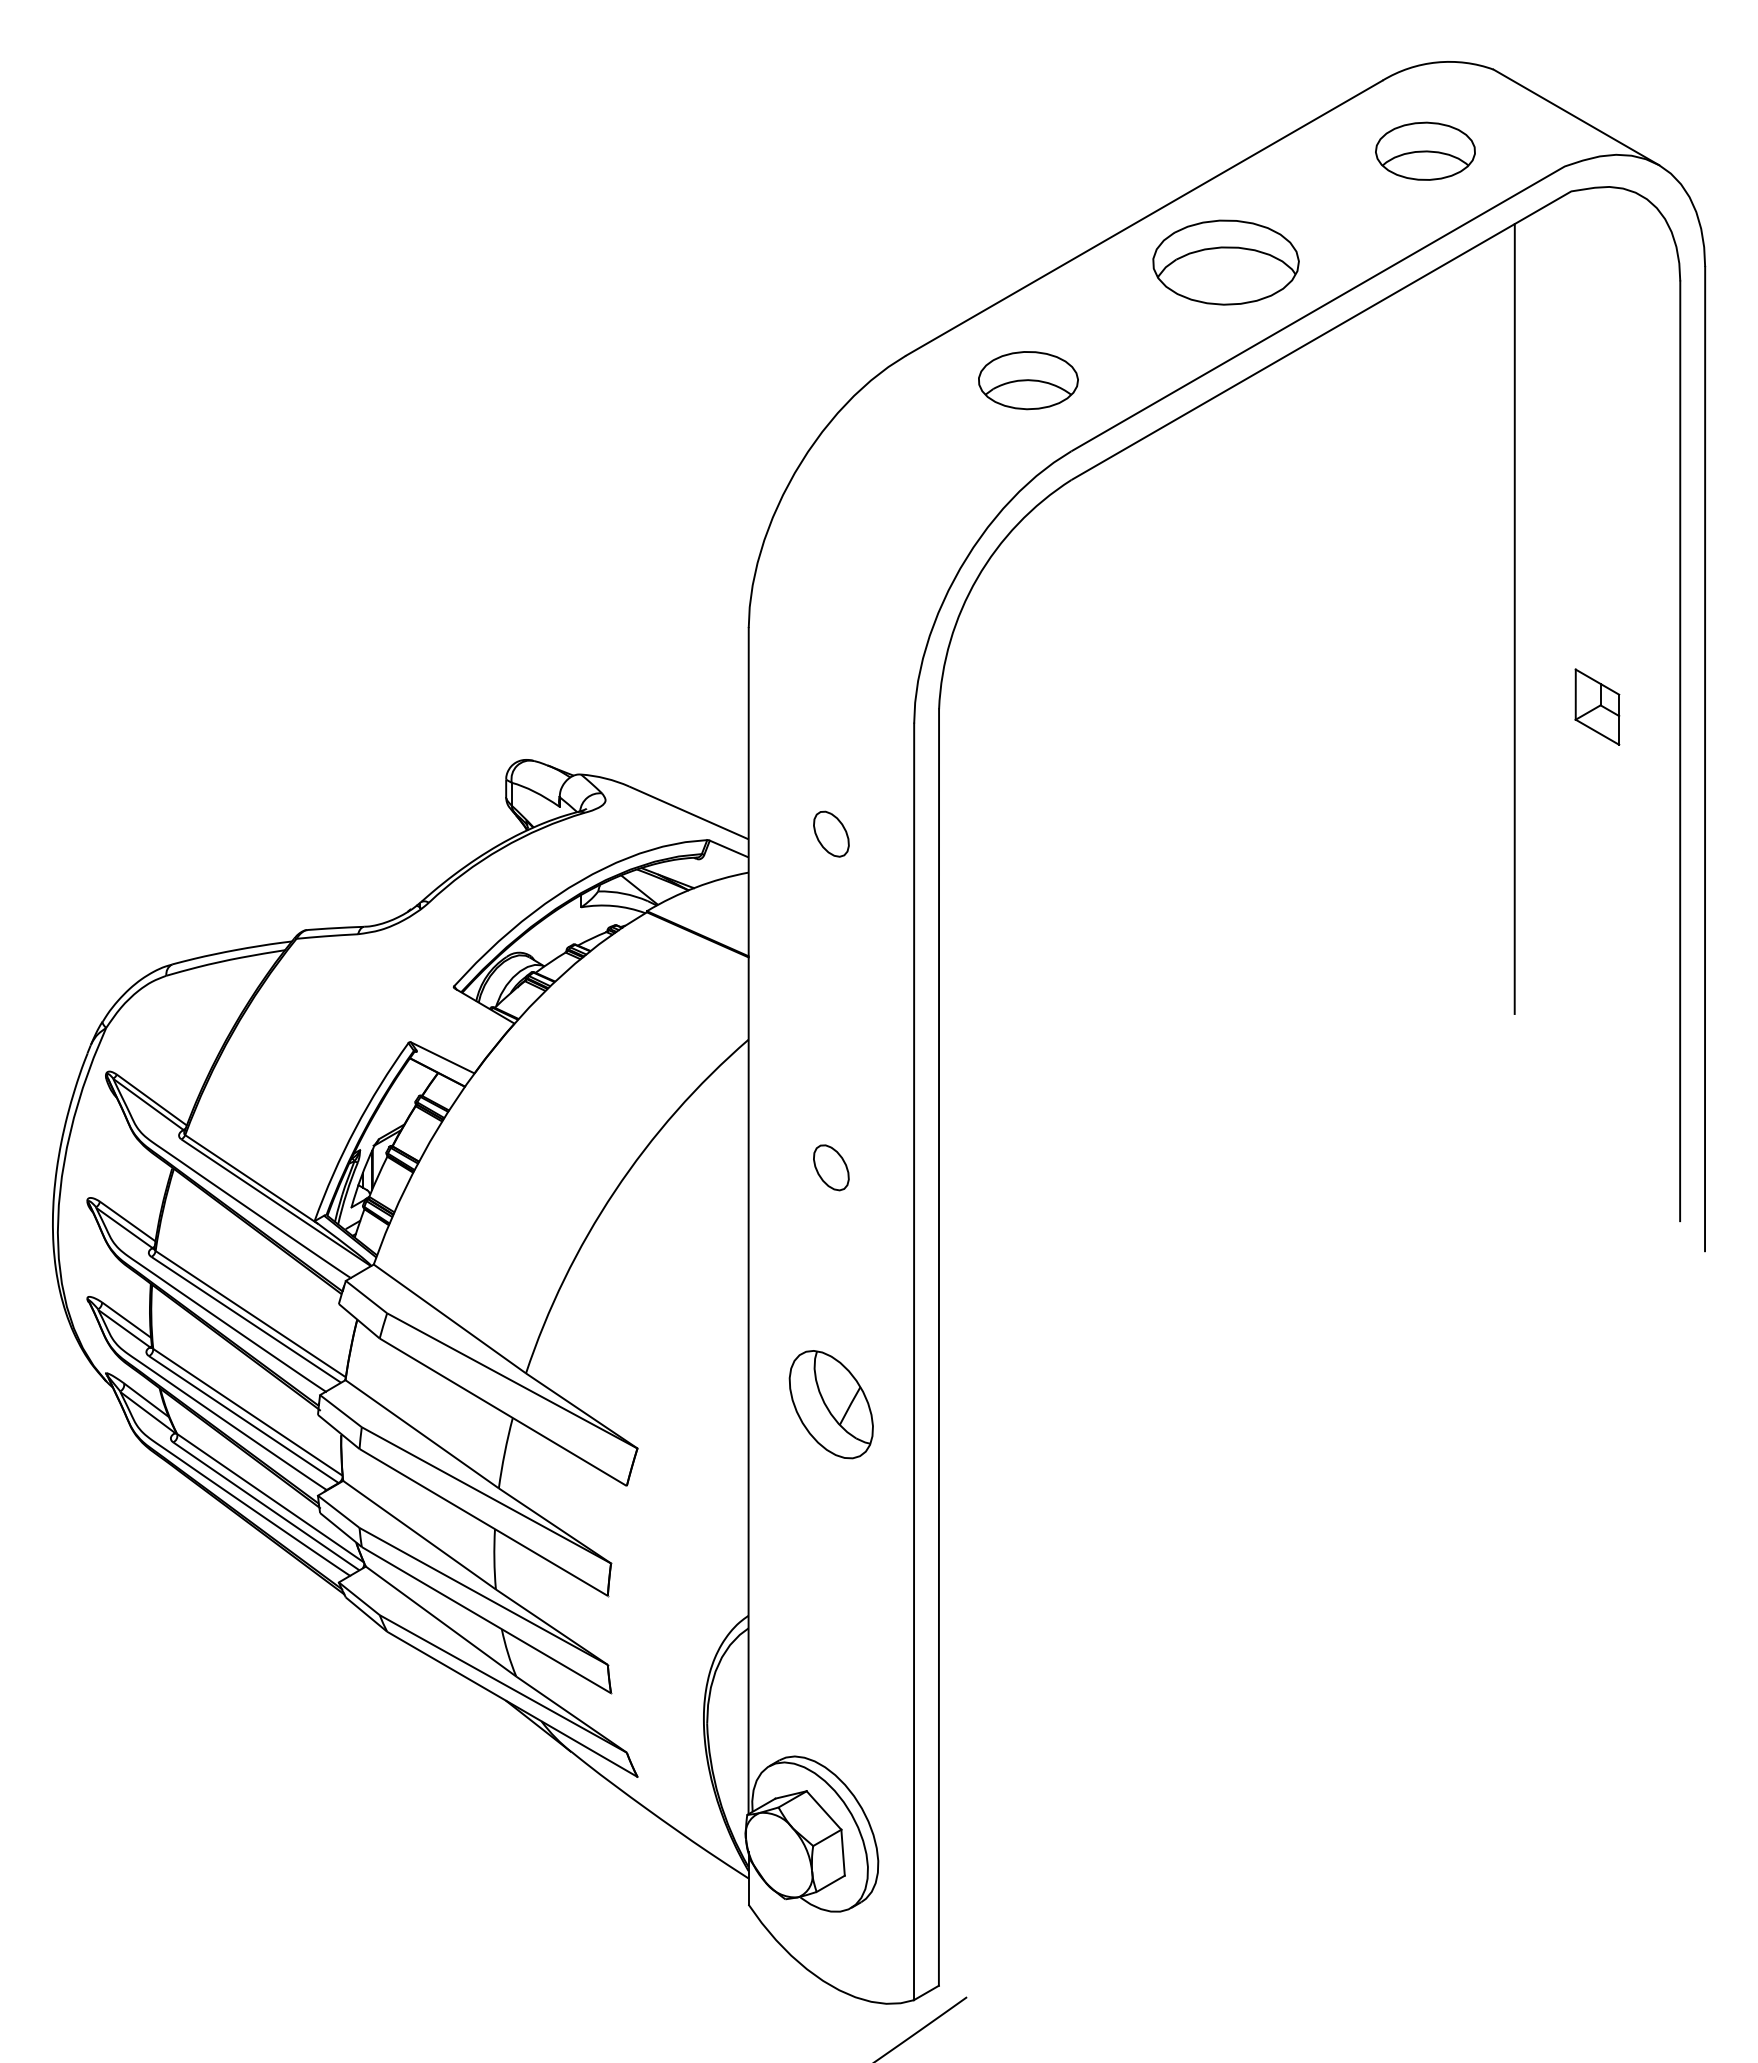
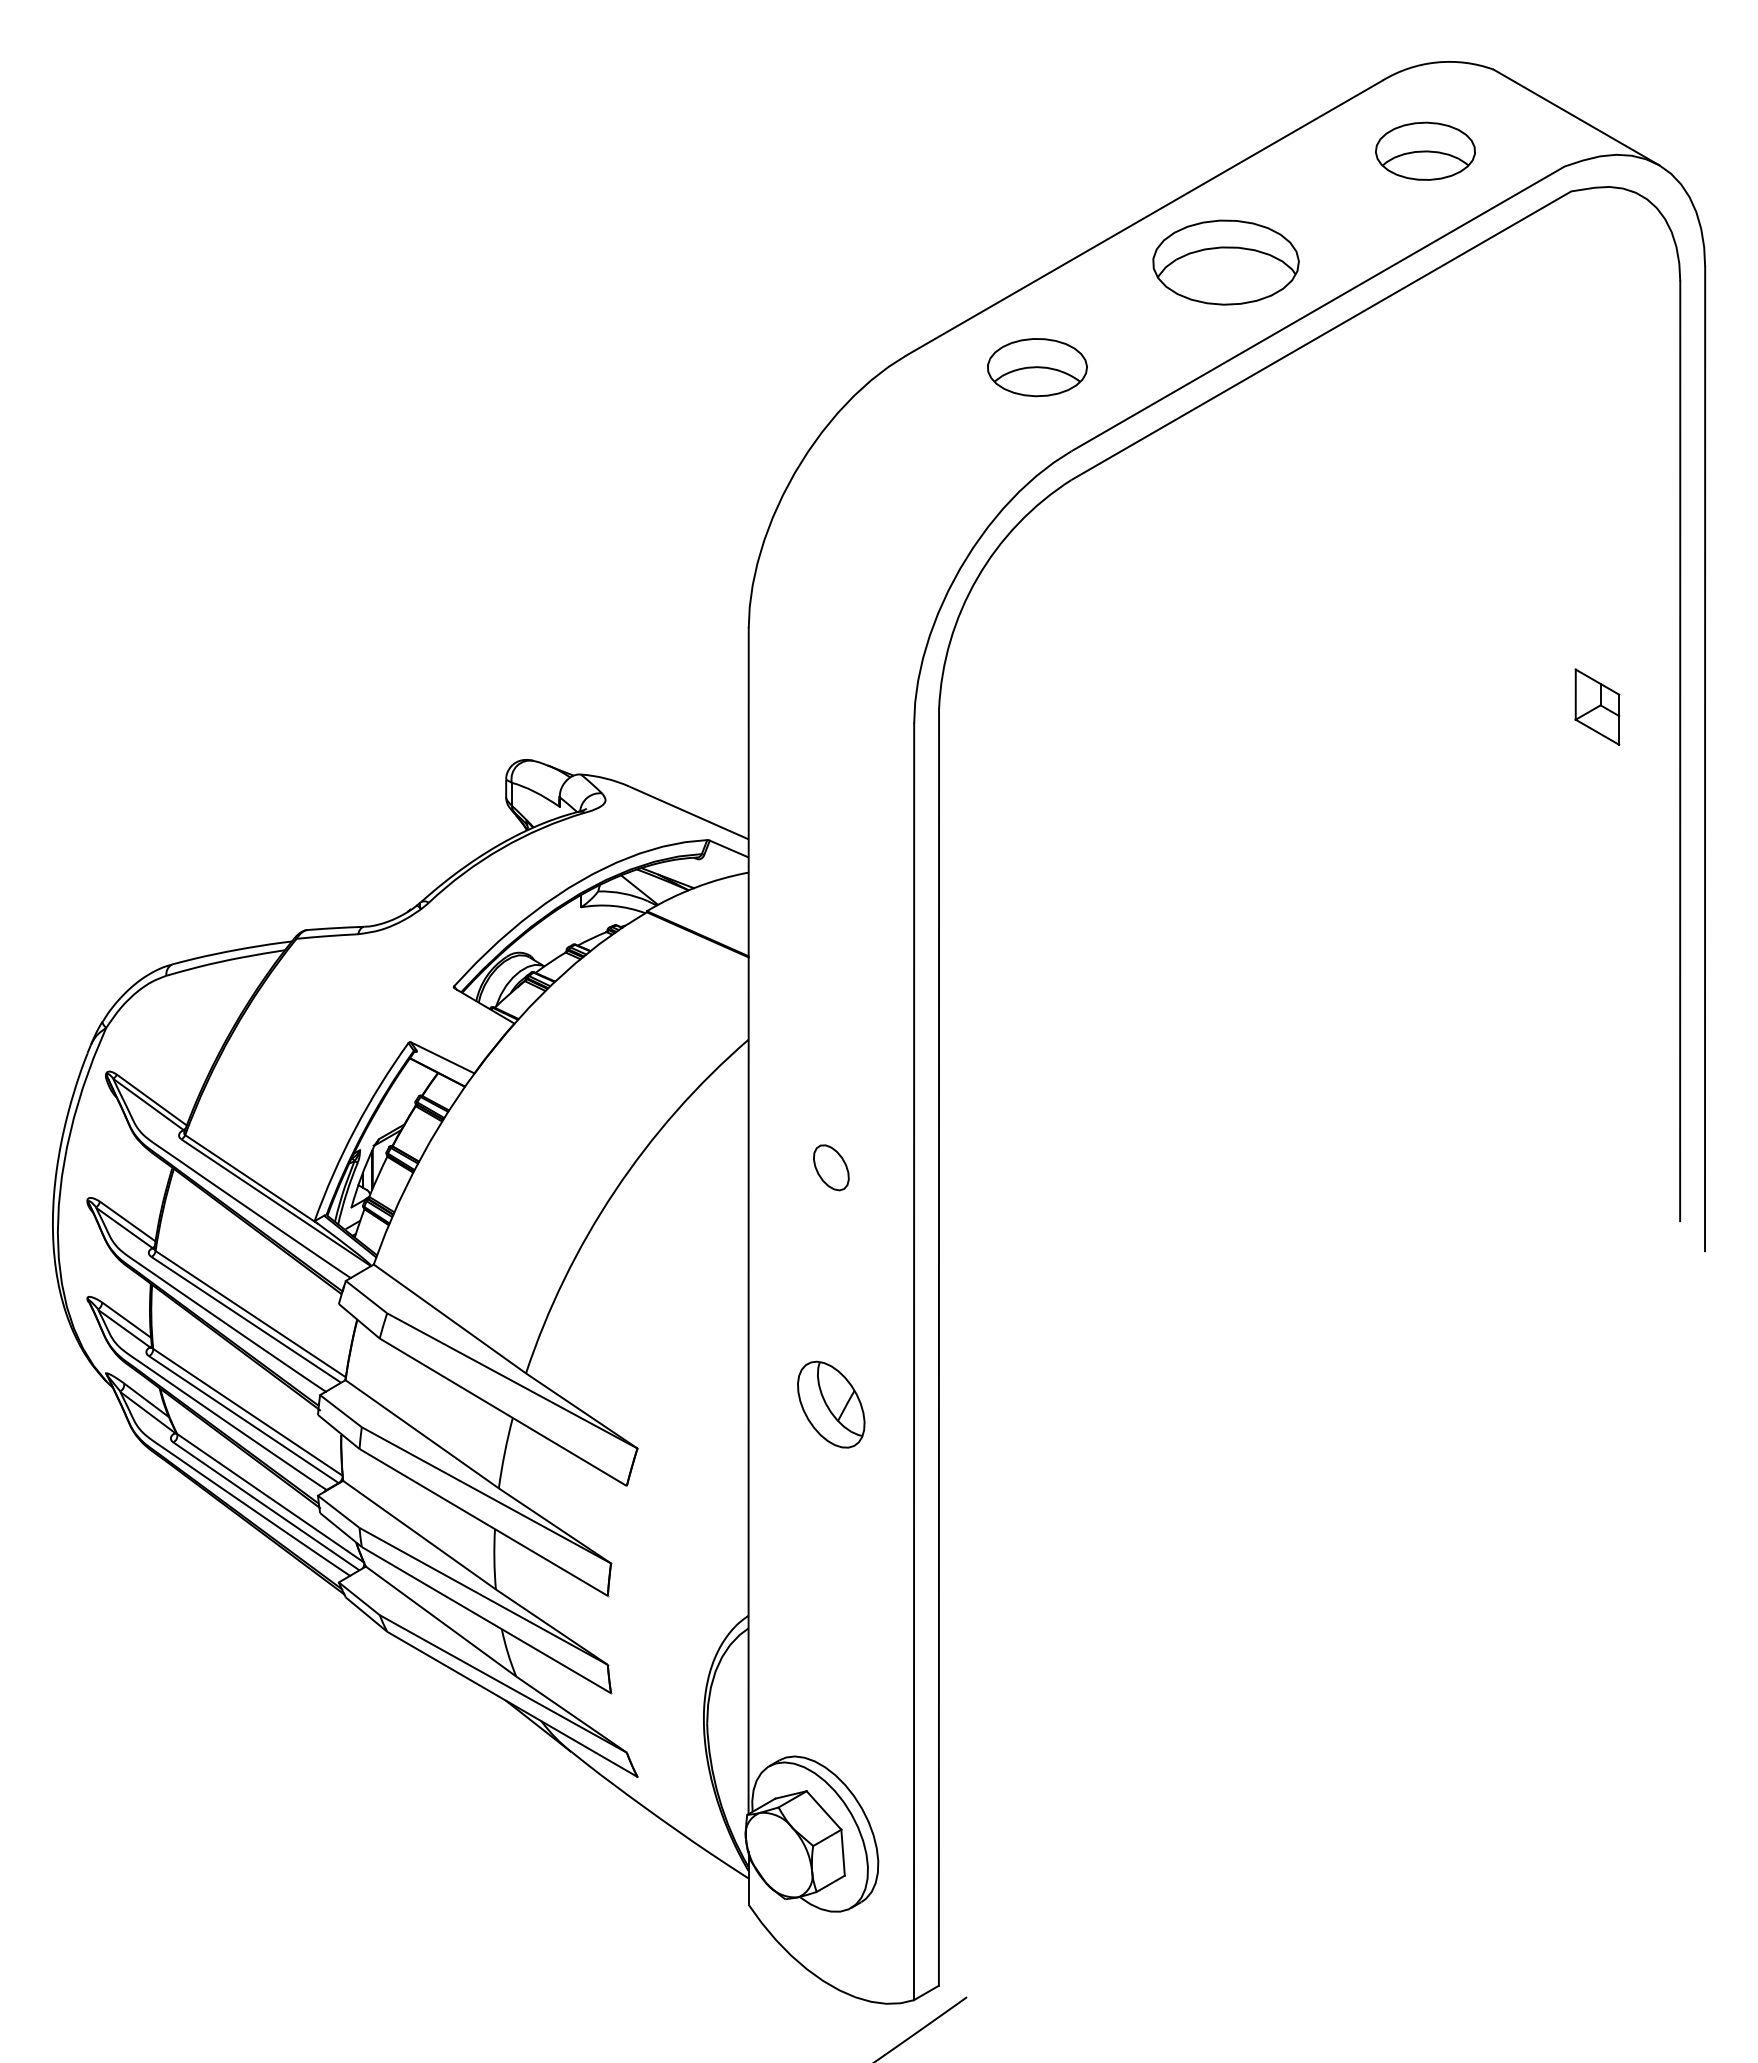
part at (1028, 380) position: (1028, 380) -> (1037, 367)
line at (1514, 618): present -> none
part at (831, 833): present -> none
part at (830, 1404) size: 86x110 px -> 69x89 px
